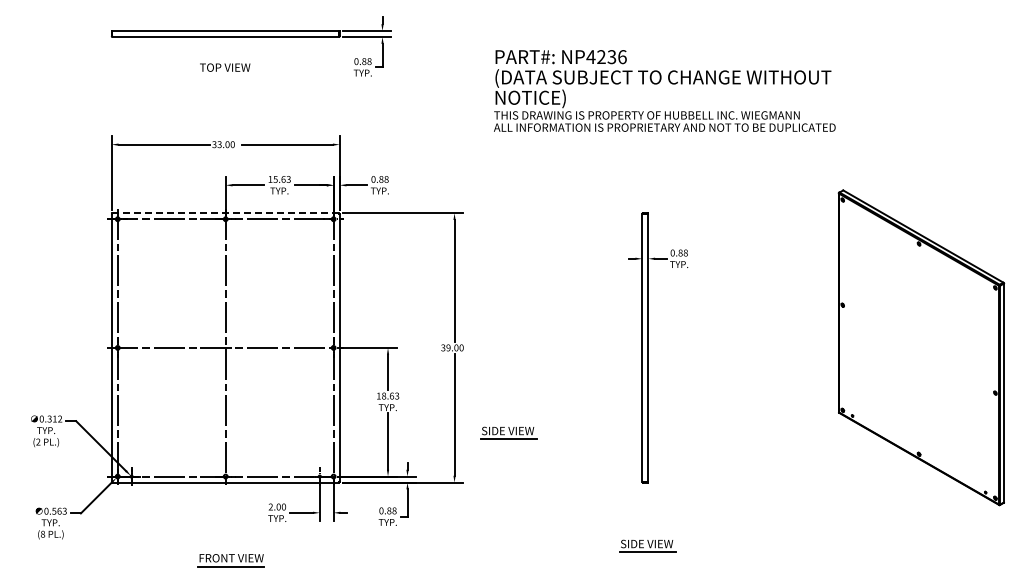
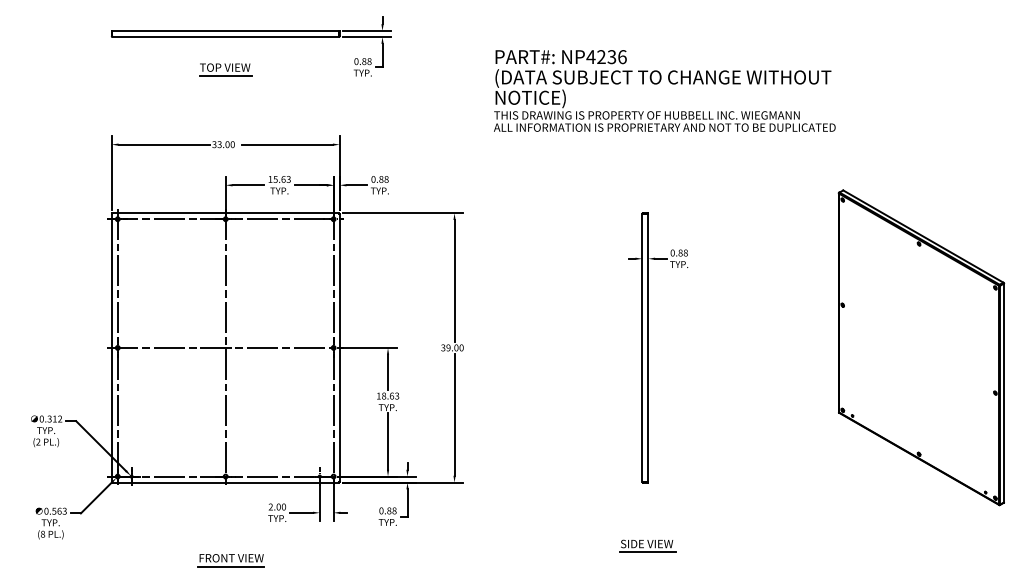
line at (225, 76): none -> present
line at (226, 213): dashed -> solid
part at (508, 432): present -> none
